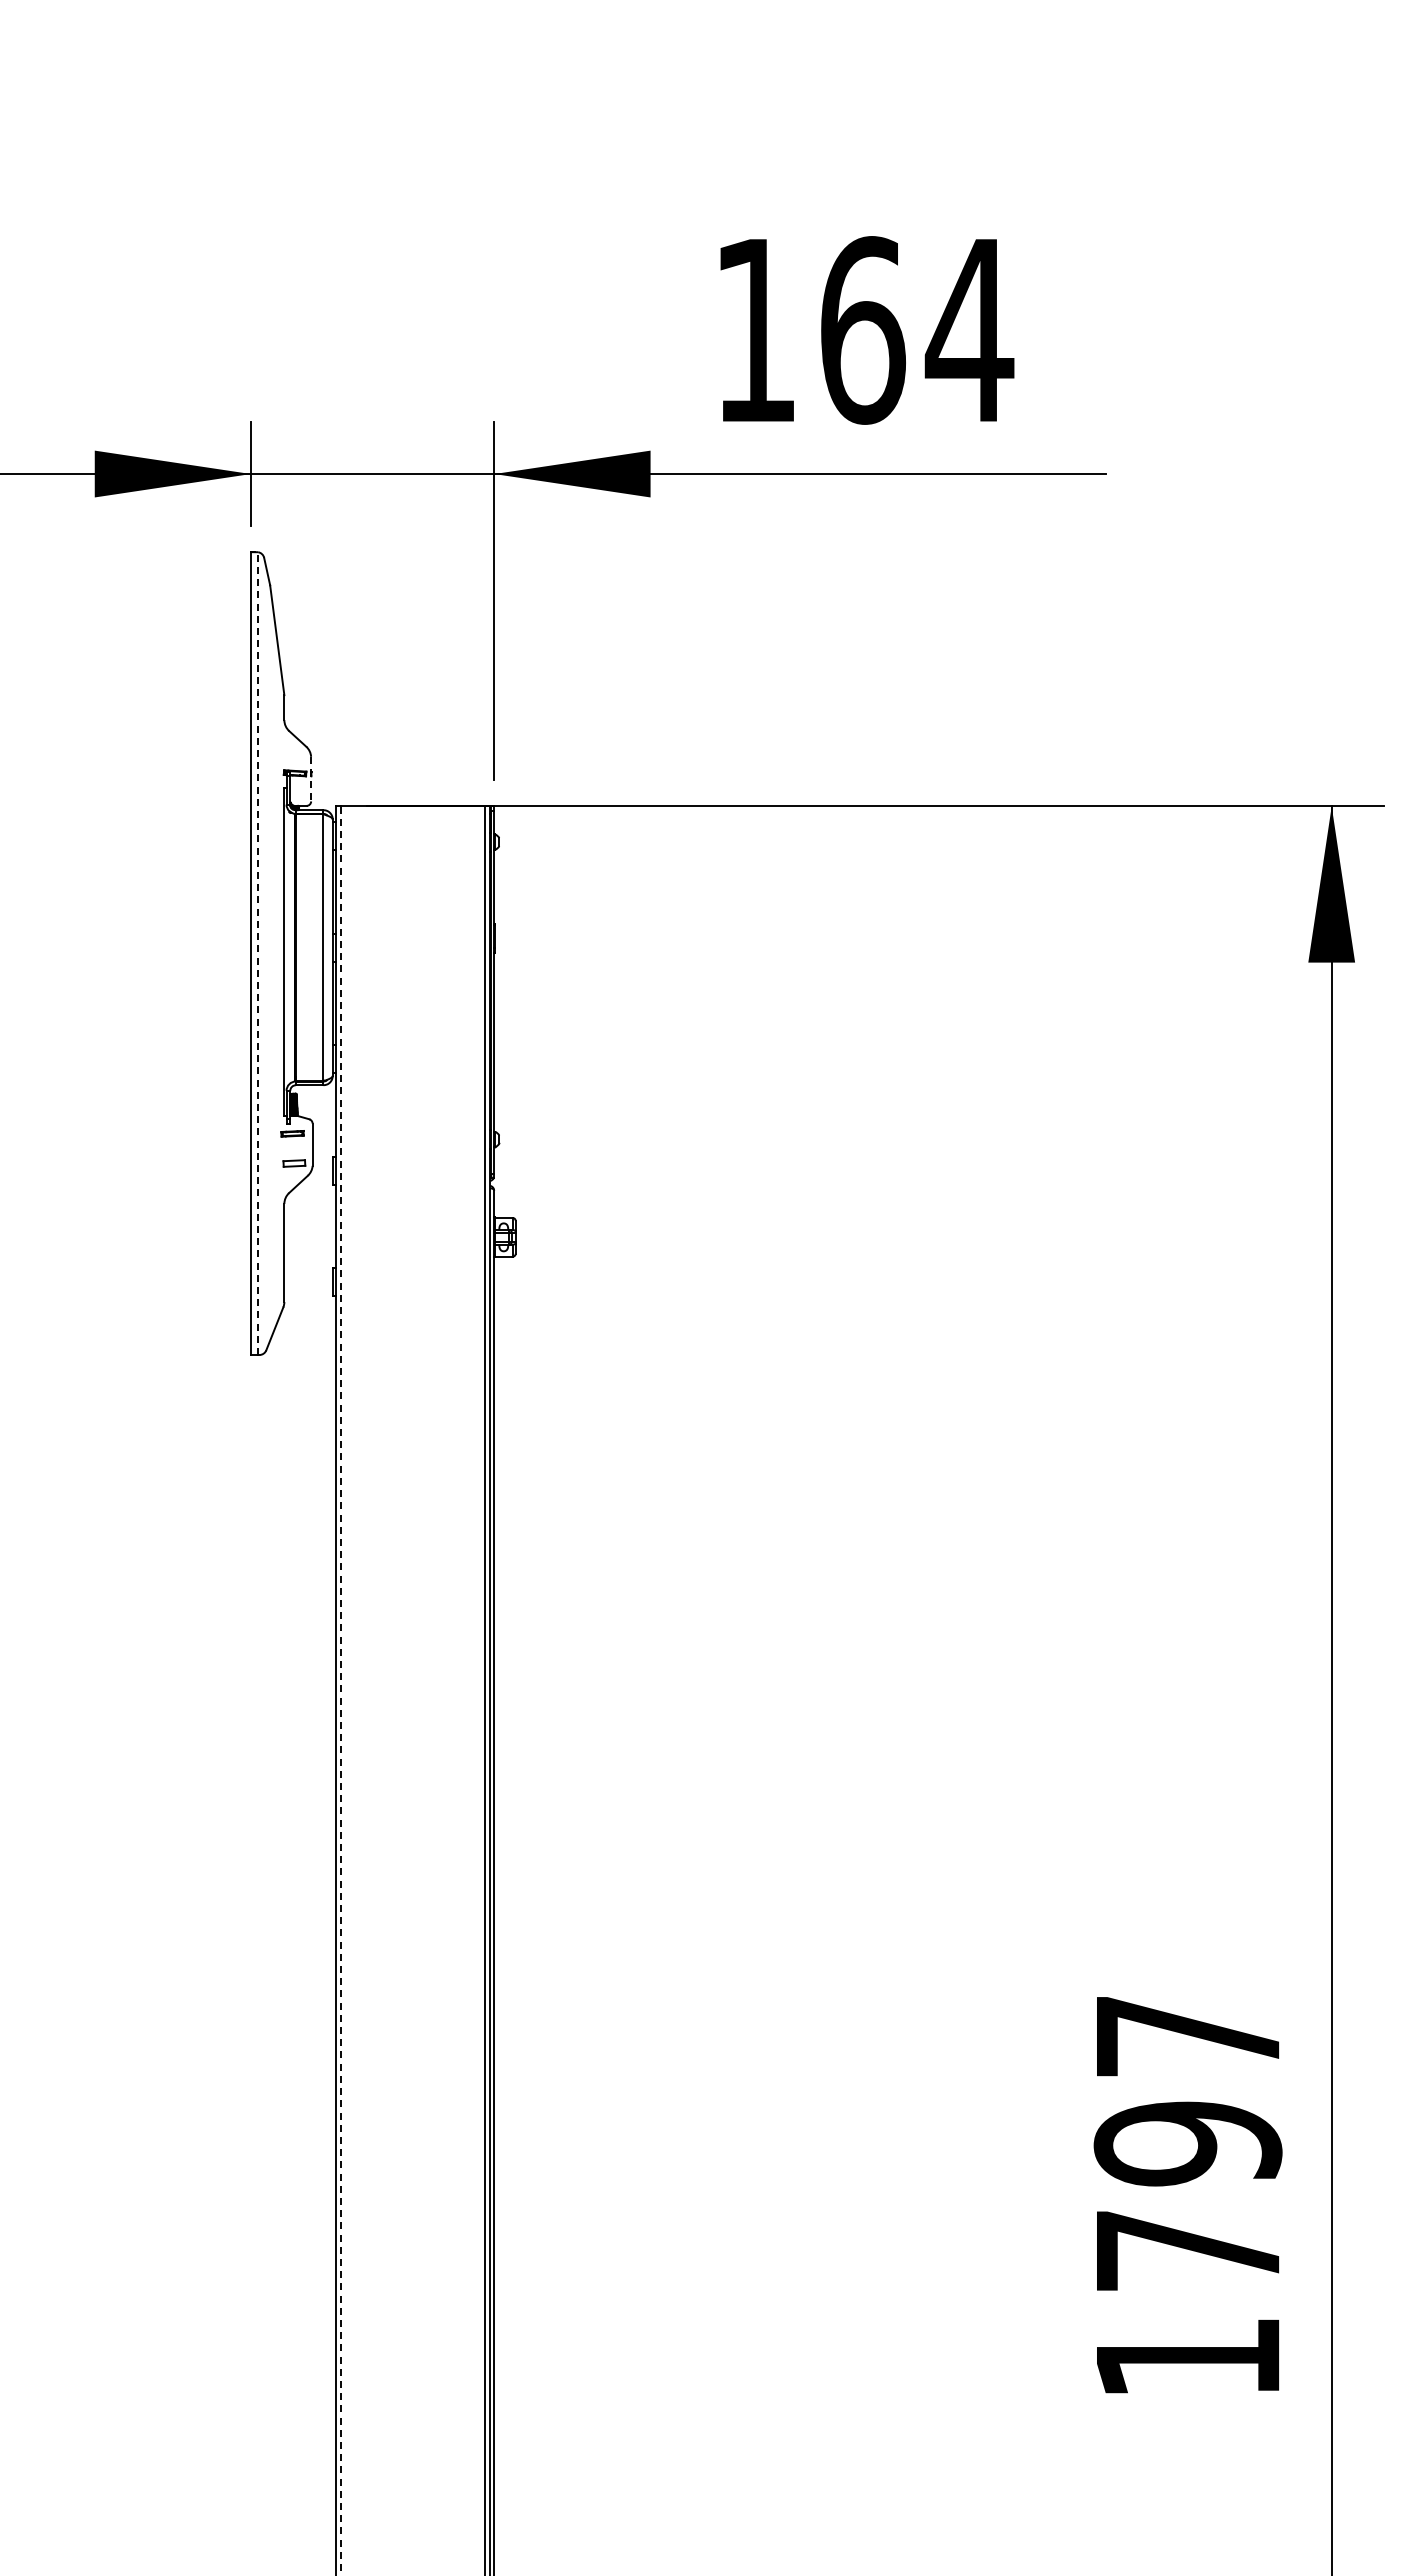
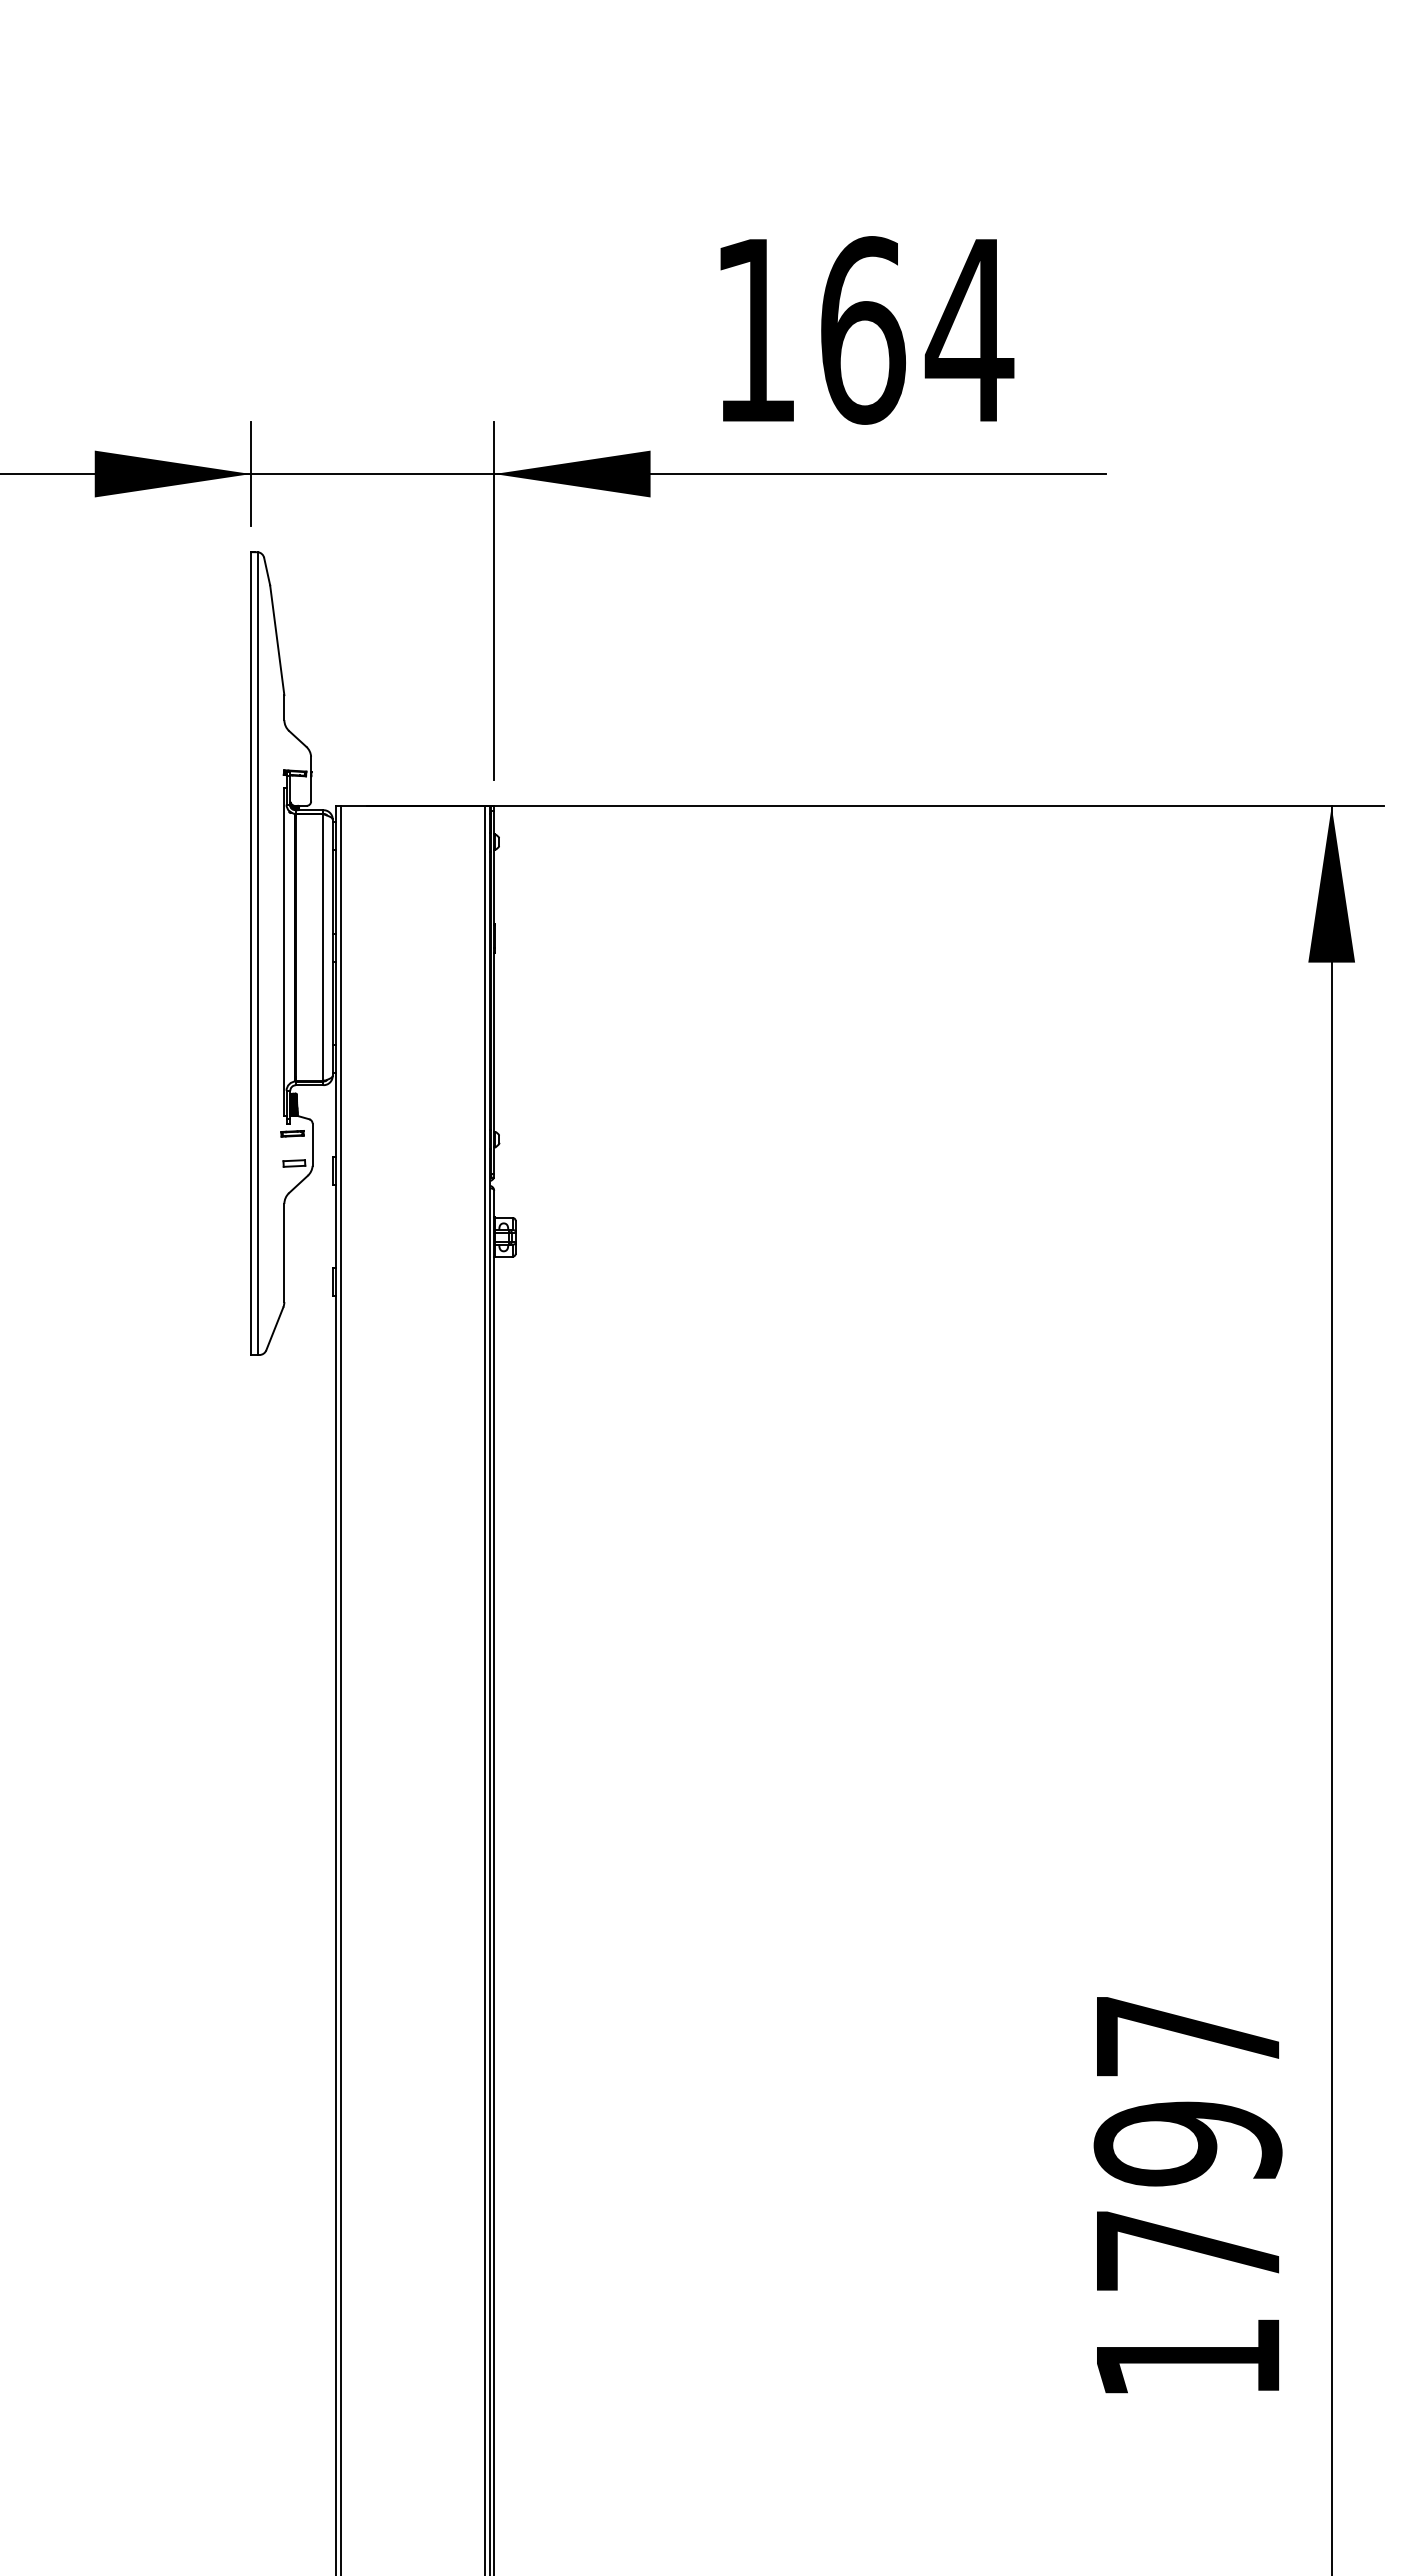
line at (311, 779): dashed -> solid
line at (258, 953): dashed -> solid
line at (341, 1690): dashed -> solid
